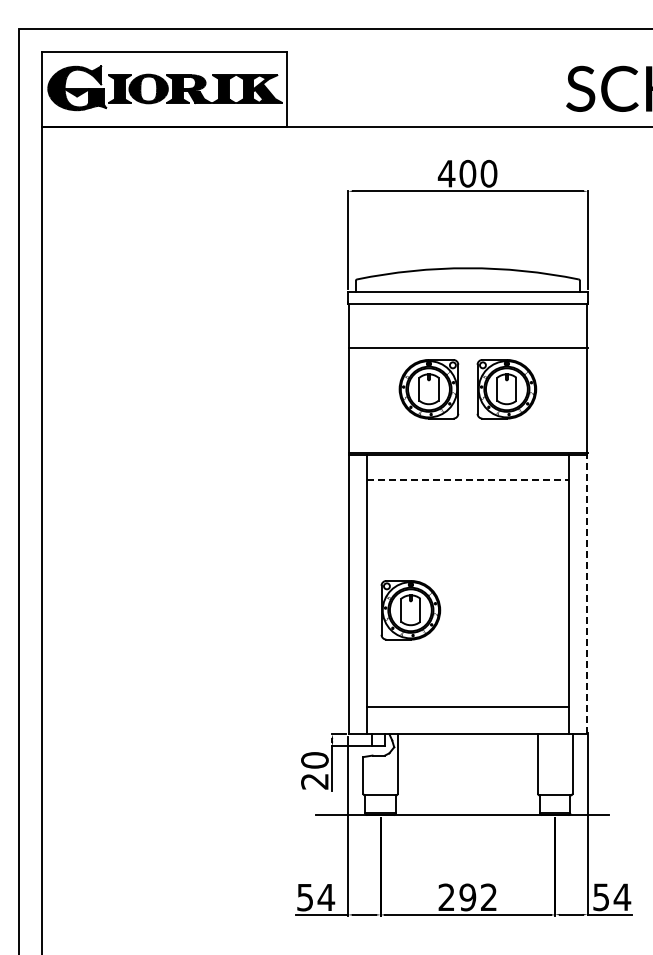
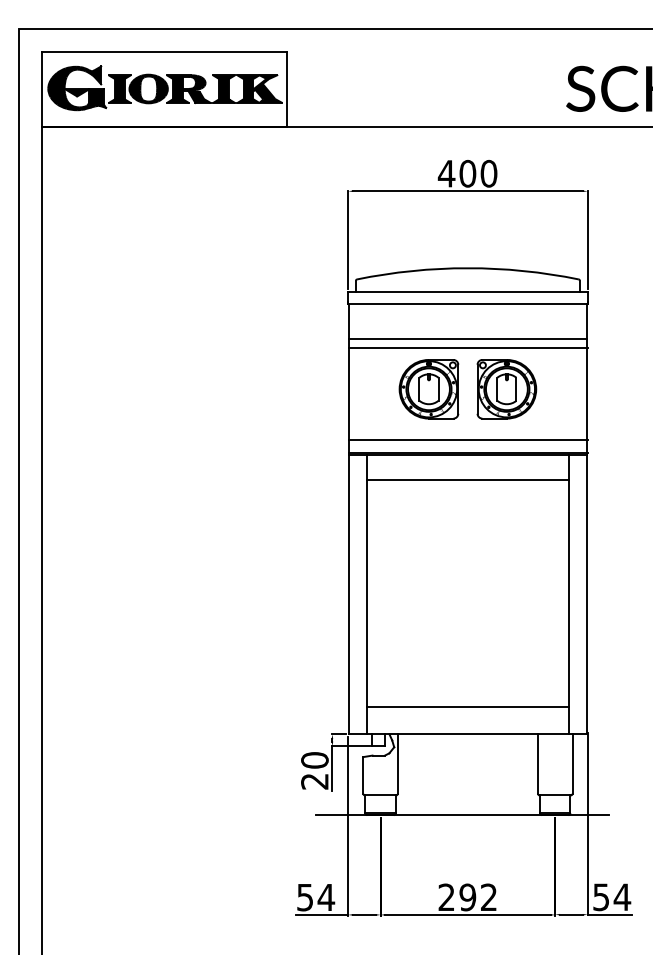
line at (467, 339): none -> present
line at (467, 440): none -> present
line at (468, 480): dashed -> solid
line at (587, 593): dashed -> solid
part at (410, 610): present -> none
